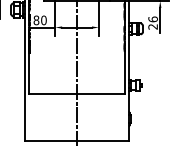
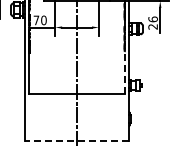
text at (36, 20): 80 -> 70
line at (124, 72): solid -> dashed
line at (77, 140): solid -> dashed
